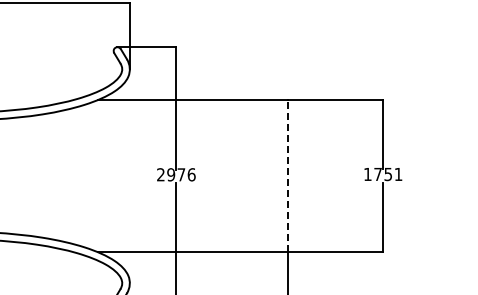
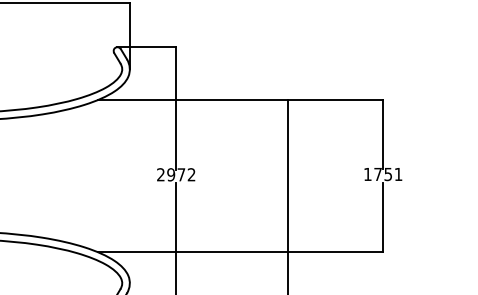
text at (191, 174): 2976 -> 2972
line at (287, 175): dashed -> solid
